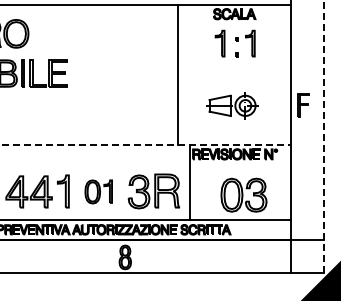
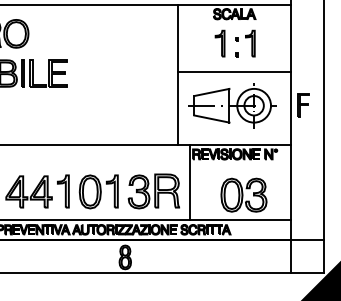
line at (234, 71): none -> present
part at (232, 105) size: 53x28 px -> 89x46 px
line at (323, 136): dashed -> solid
line at (145, 144): dashed -> solid
part at (98, 191) size: 29x26 px -> 41x36 px
